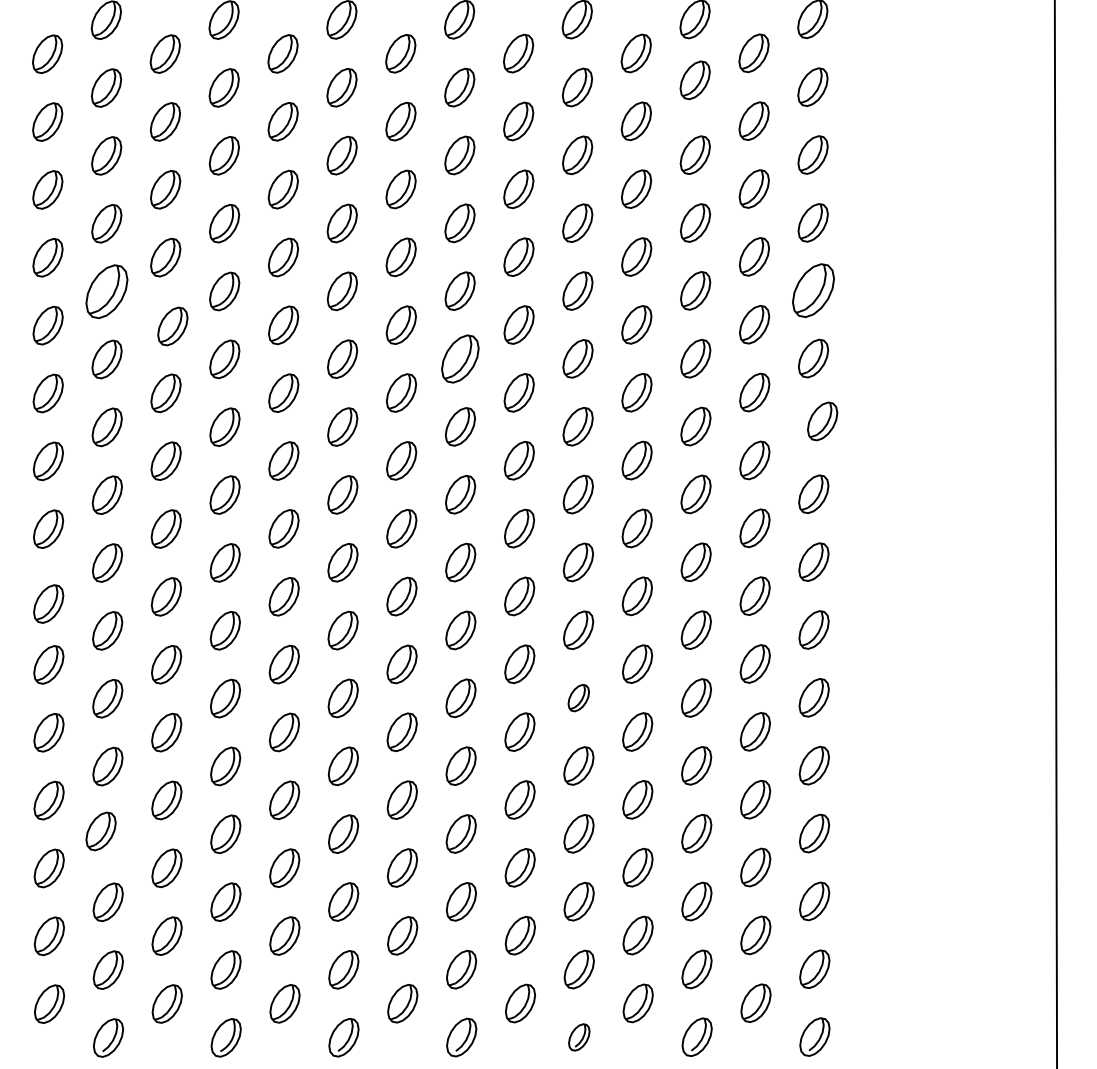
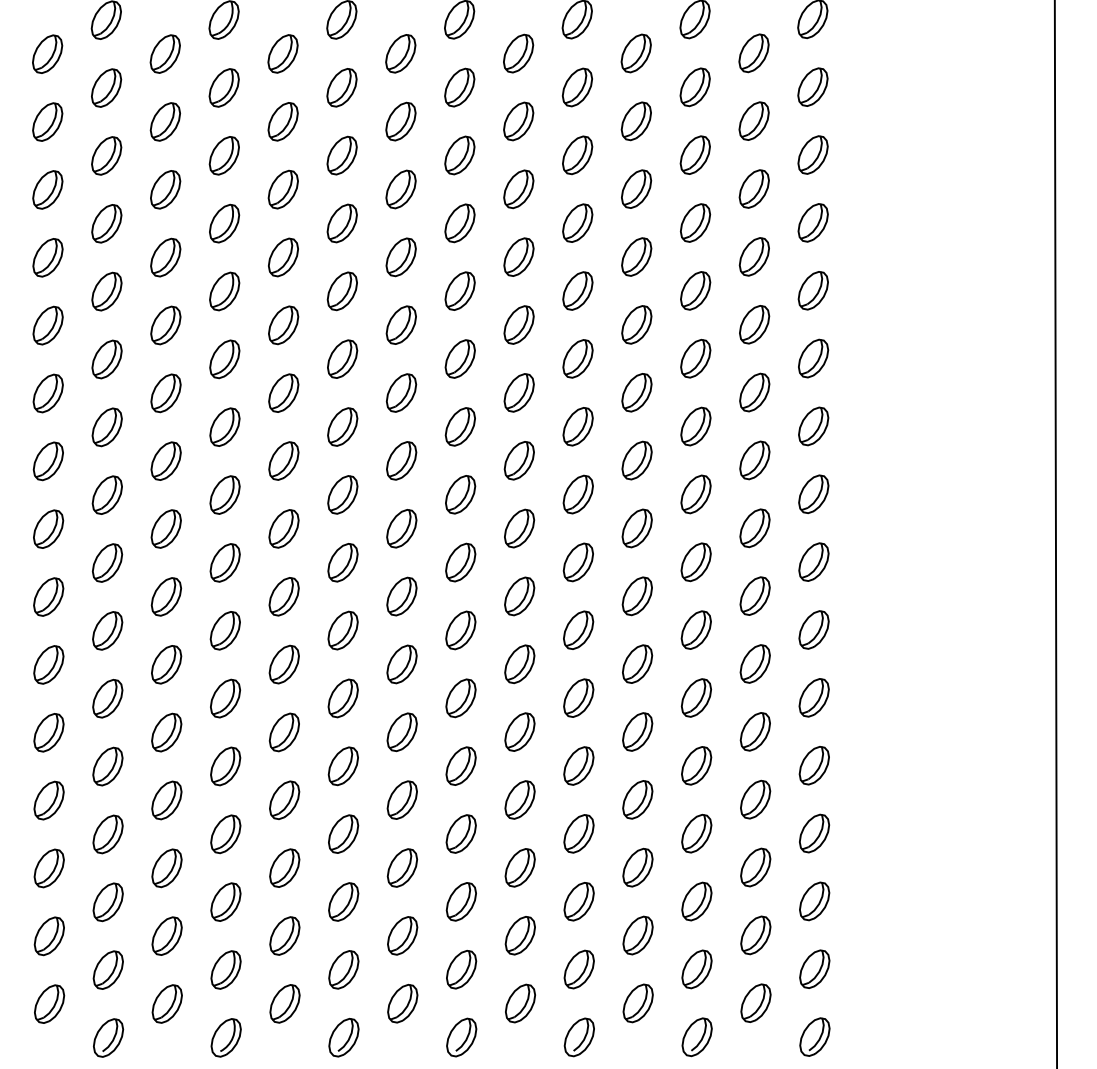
part at (694, 80) position: (694, 80) -> (694, 87)
part at (813, 290) size: 43x55 px -> 32x40 px
part at (106, 291) size: 44x55 px -> 32x41 px
part at (172, 326) position: (172, 326) -> (165, 325)
part at (460, 358) size: 39x50 px -> 32x40 px
part at (822, 421) position: (822, 421) -> (813, 426)
part at (48, 603) position: (48, 603) -> (48, 596)
part at (578, 698) size: 23x29 px -> 32x40 px
part at (100, 831) position: (100, 831) -> (107, 834)
part at (579, 1037) size: 23x29 px -> 32x41 px
